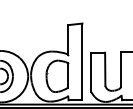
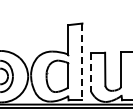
line at (82, 62): solid -> dashed
line at (91, 72): solid -> dashed
